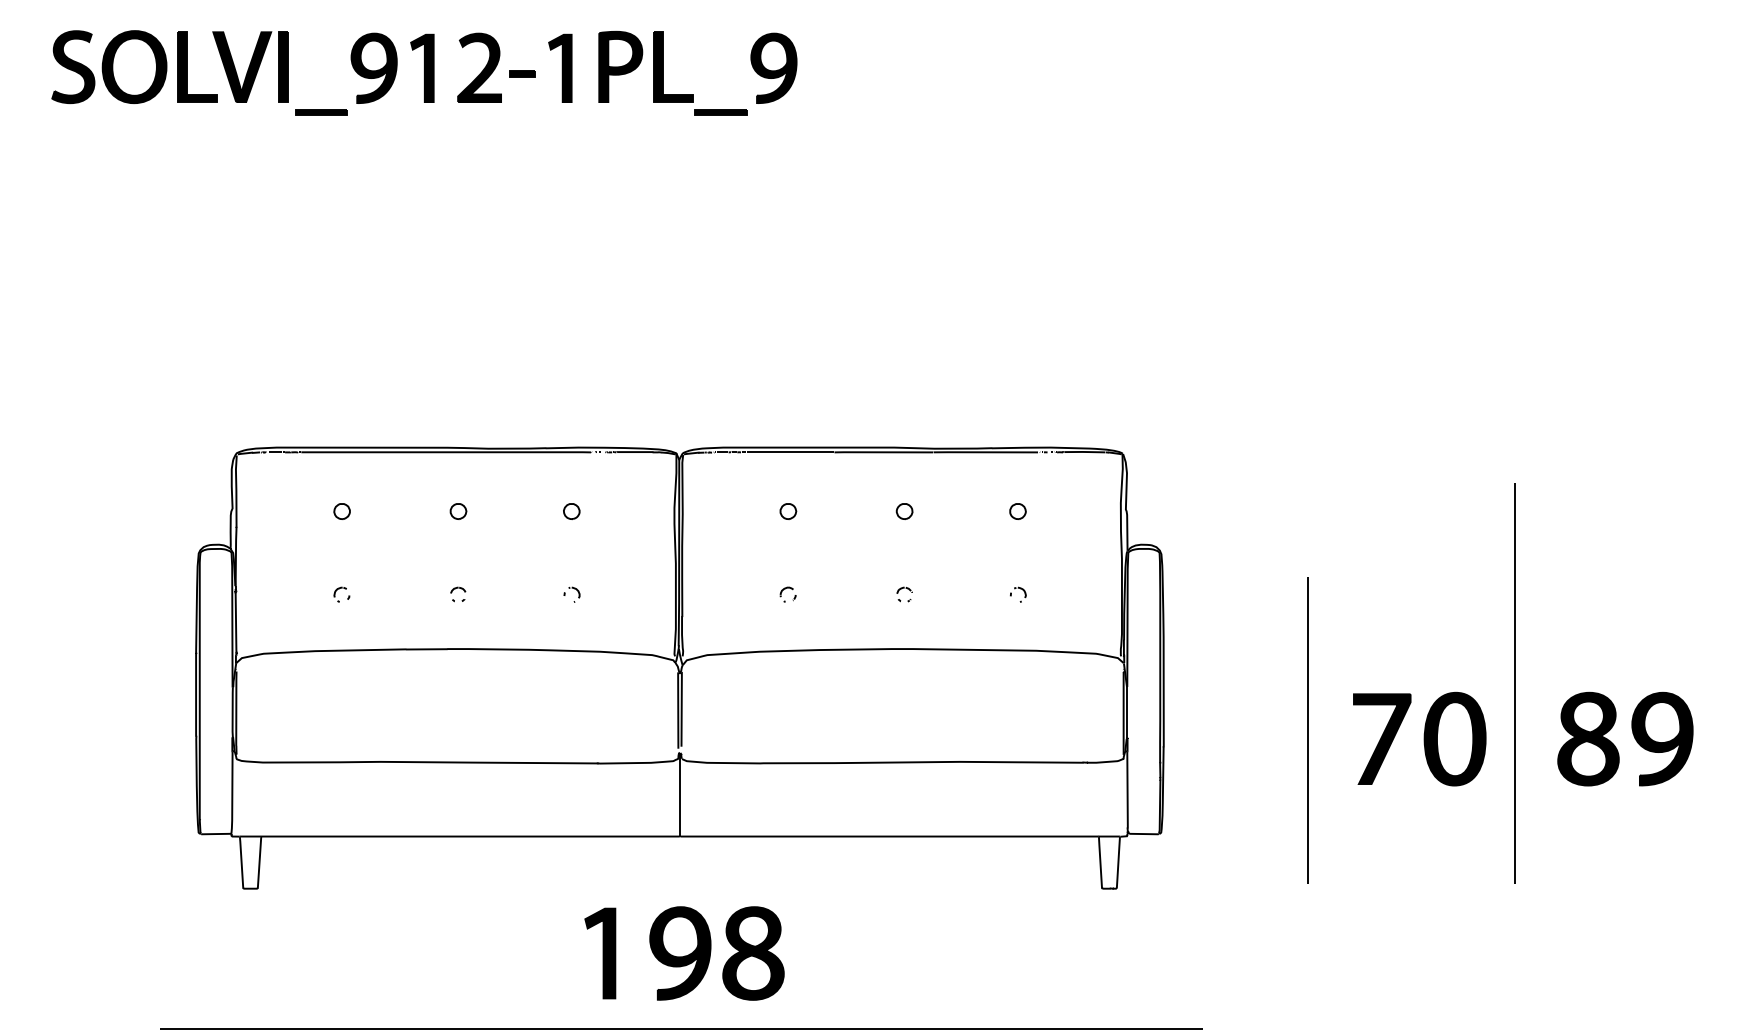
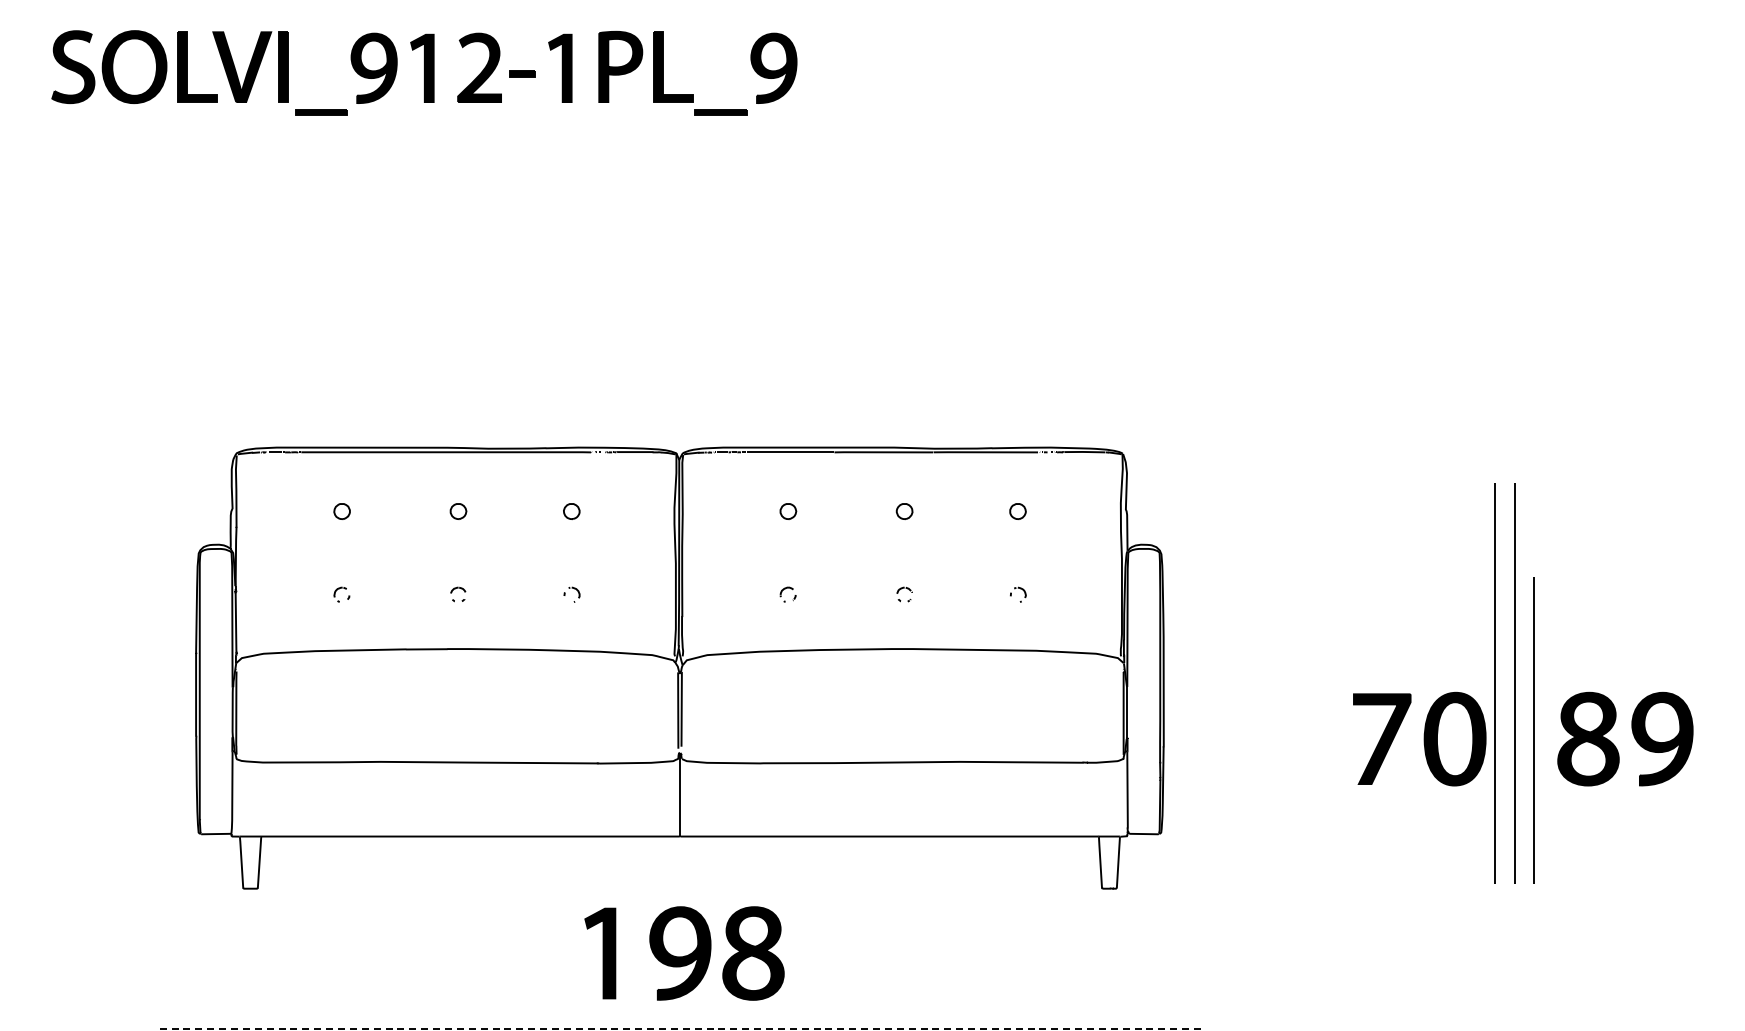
line at (1494, 683): none -> present
line at (1307, 730) position: (1307, 730) -> (1533, 730)
line at (681, 1028): solid -> dashed
